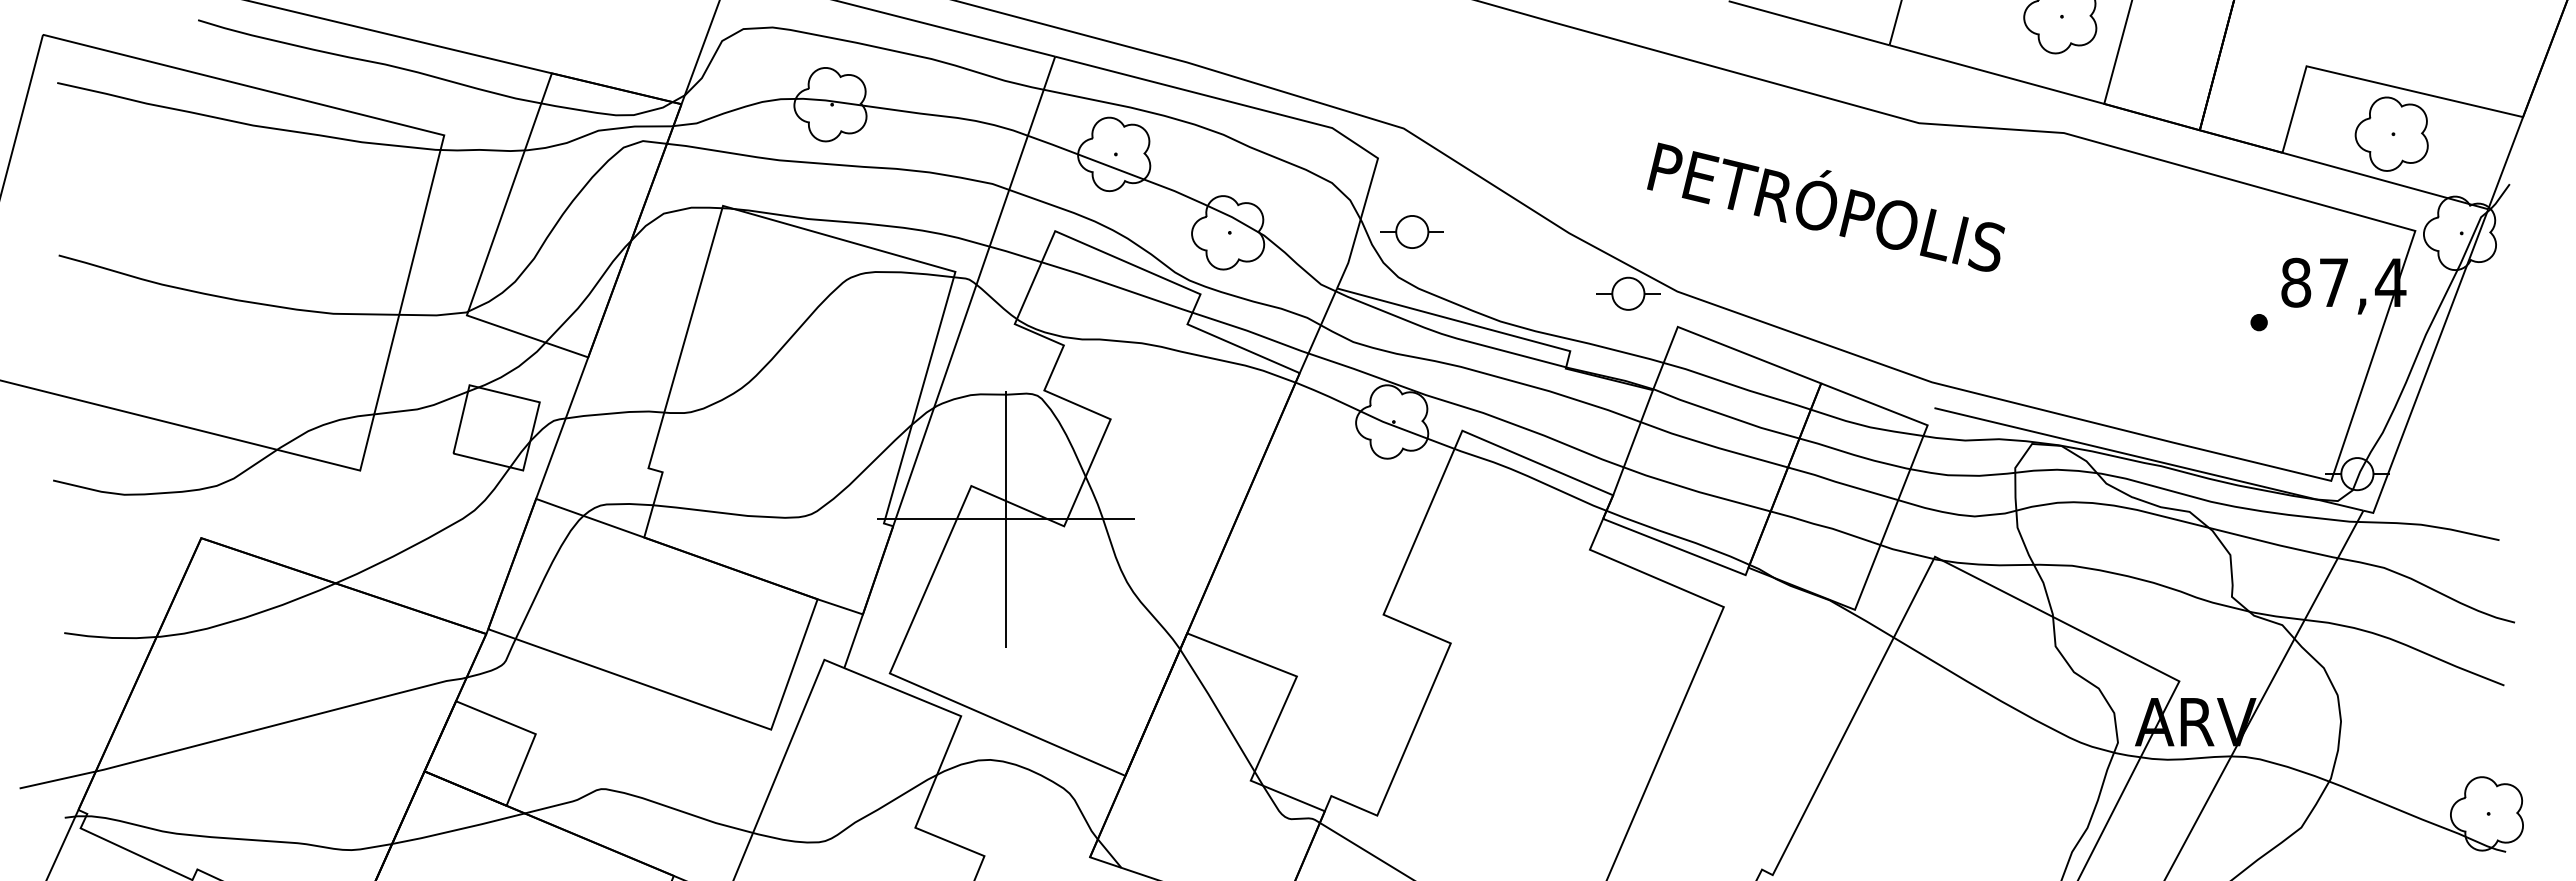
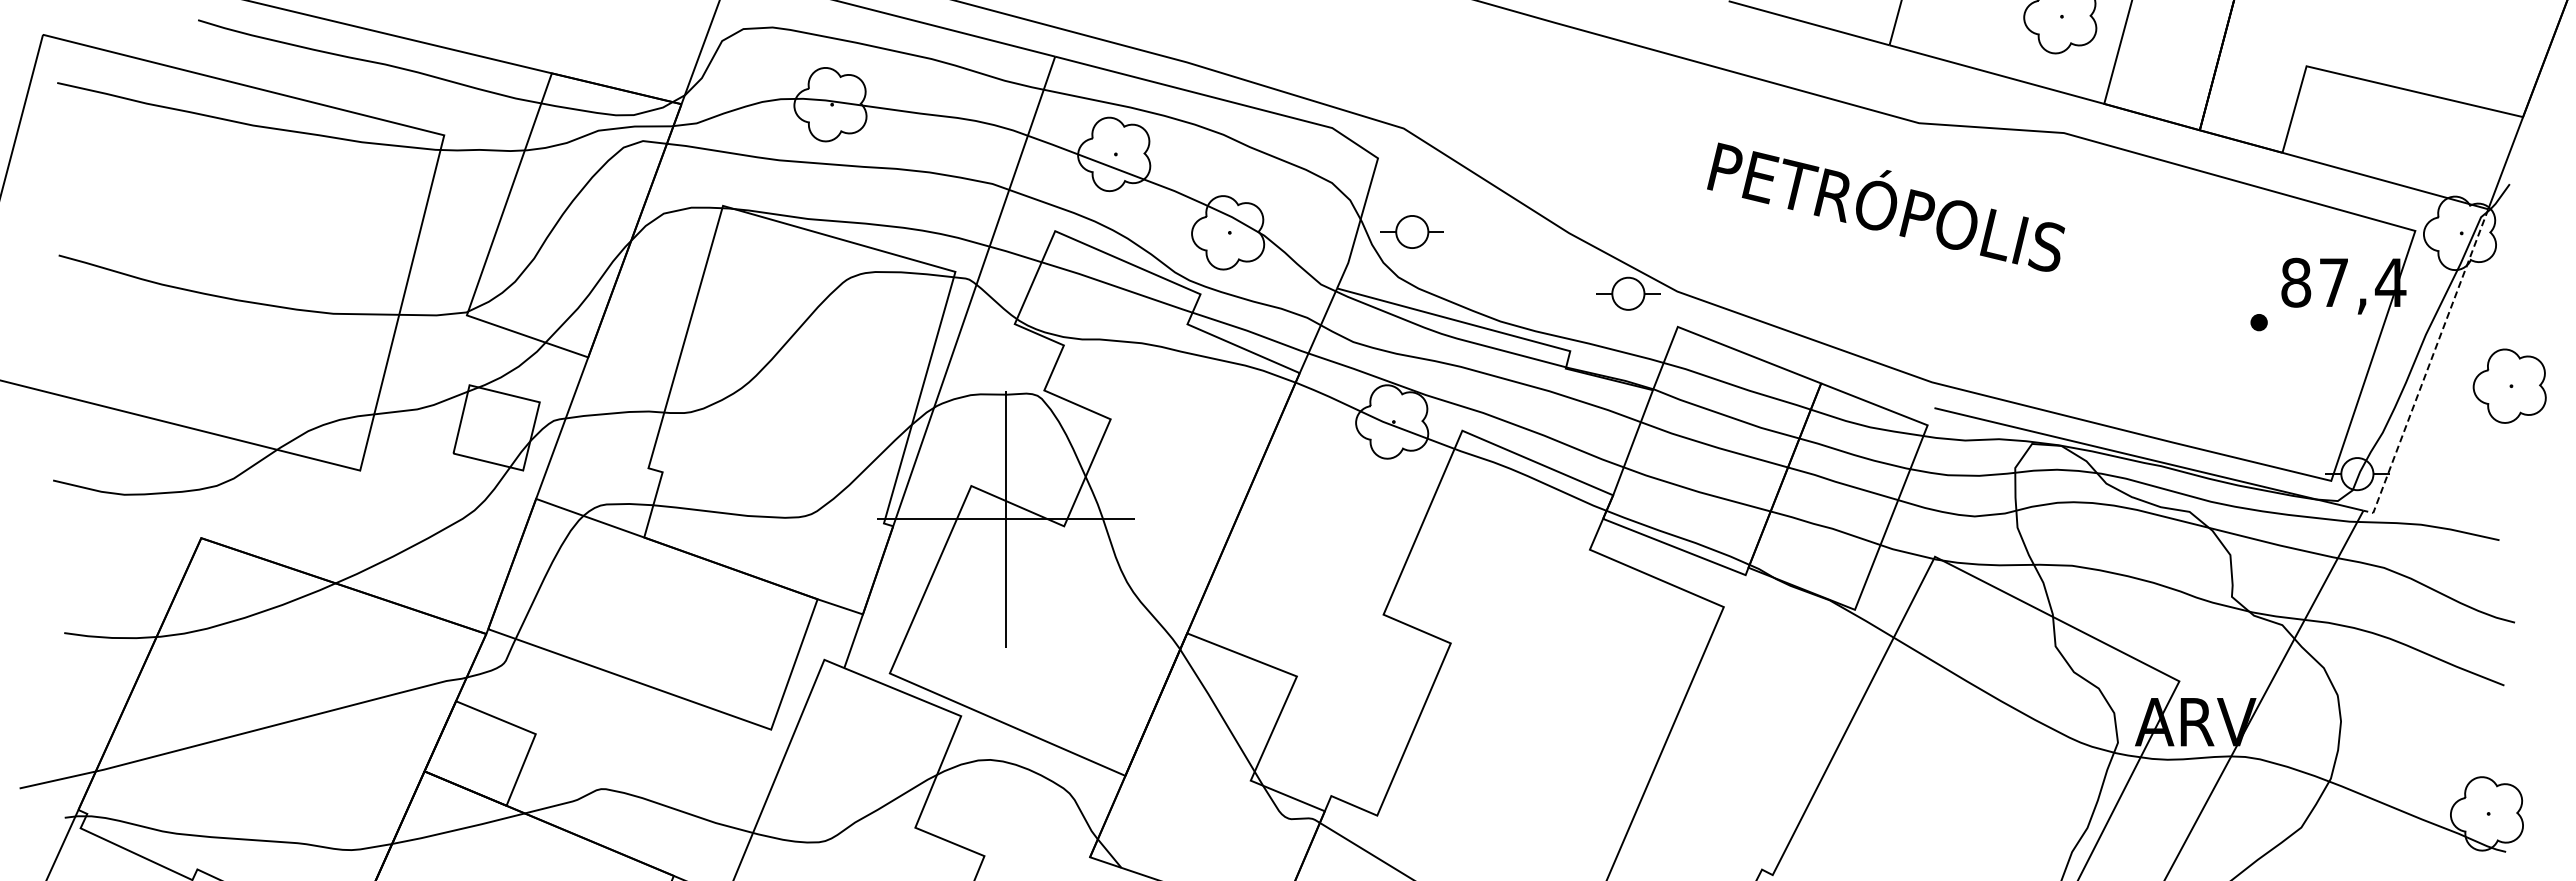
part at (2391, 133) position: (2391, 133) -> (2509, 385)
text at (1826, 206) position: (1826, 206) -> (1886, 206)
line at (2428, 367): solid -> dashed
